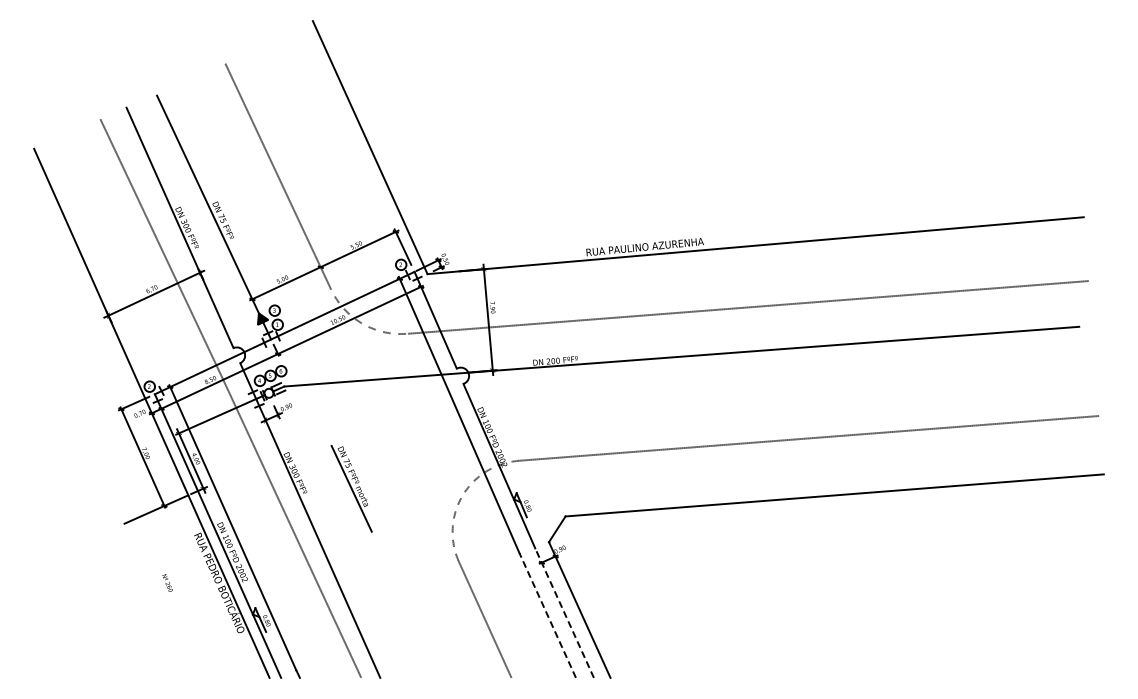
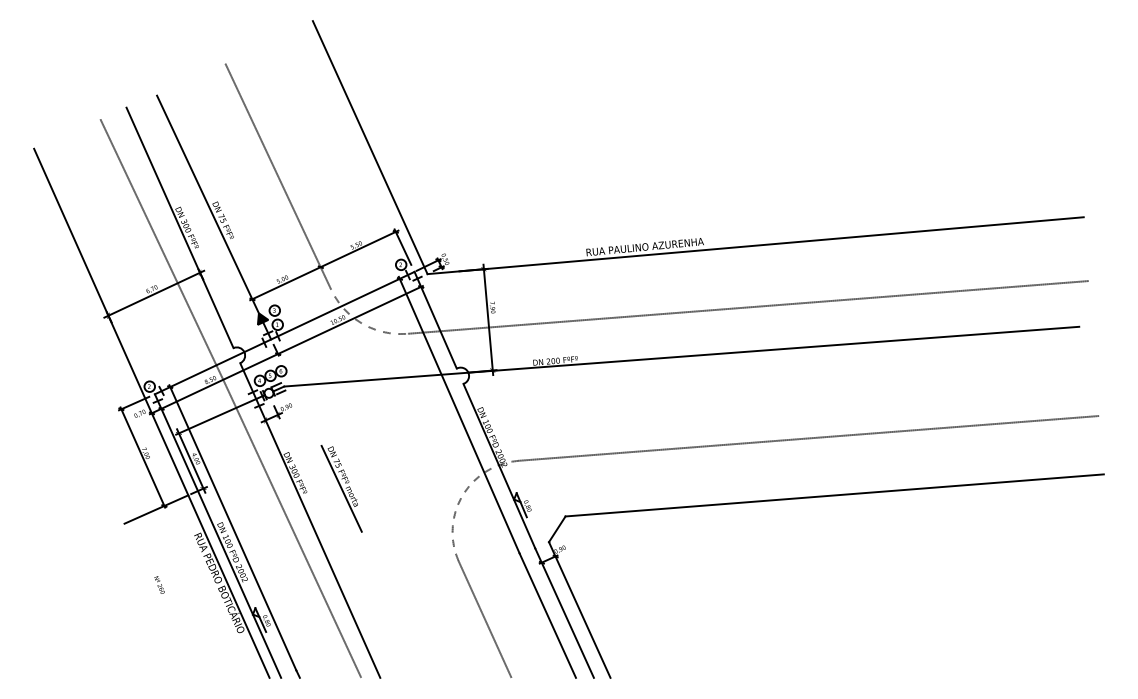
part at (351, 488) position: (351, 488) -> (341, 488)
text at (167, 582) position: (167, 582) -> (159, 584)
line at (564, 612): dashed -> solid
line at (547, 615): dashed -> solid
